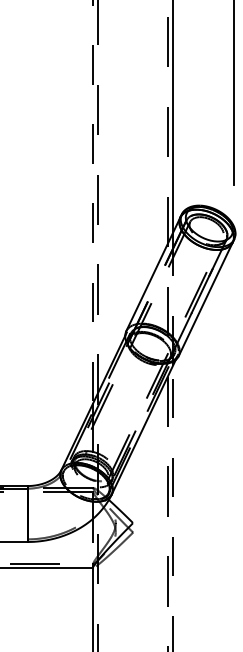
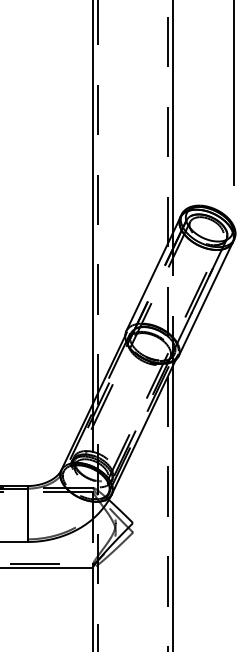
line at (93, 202): dashed -> solid
line at (172, 508): dashed -> solid
